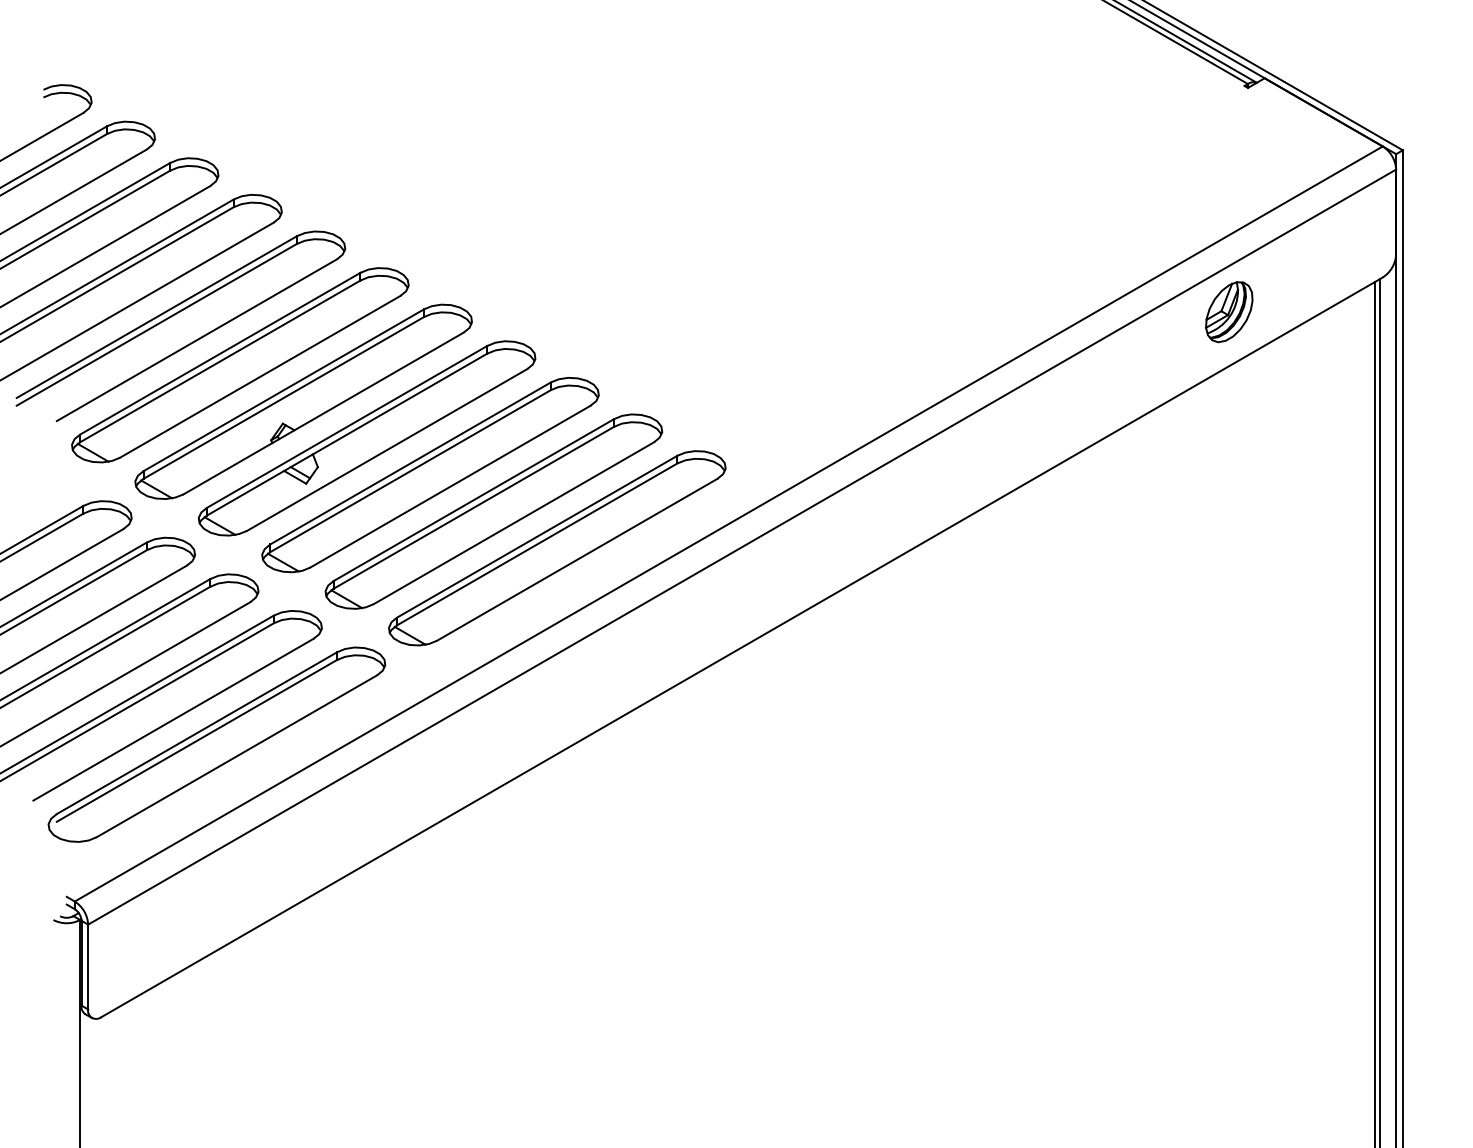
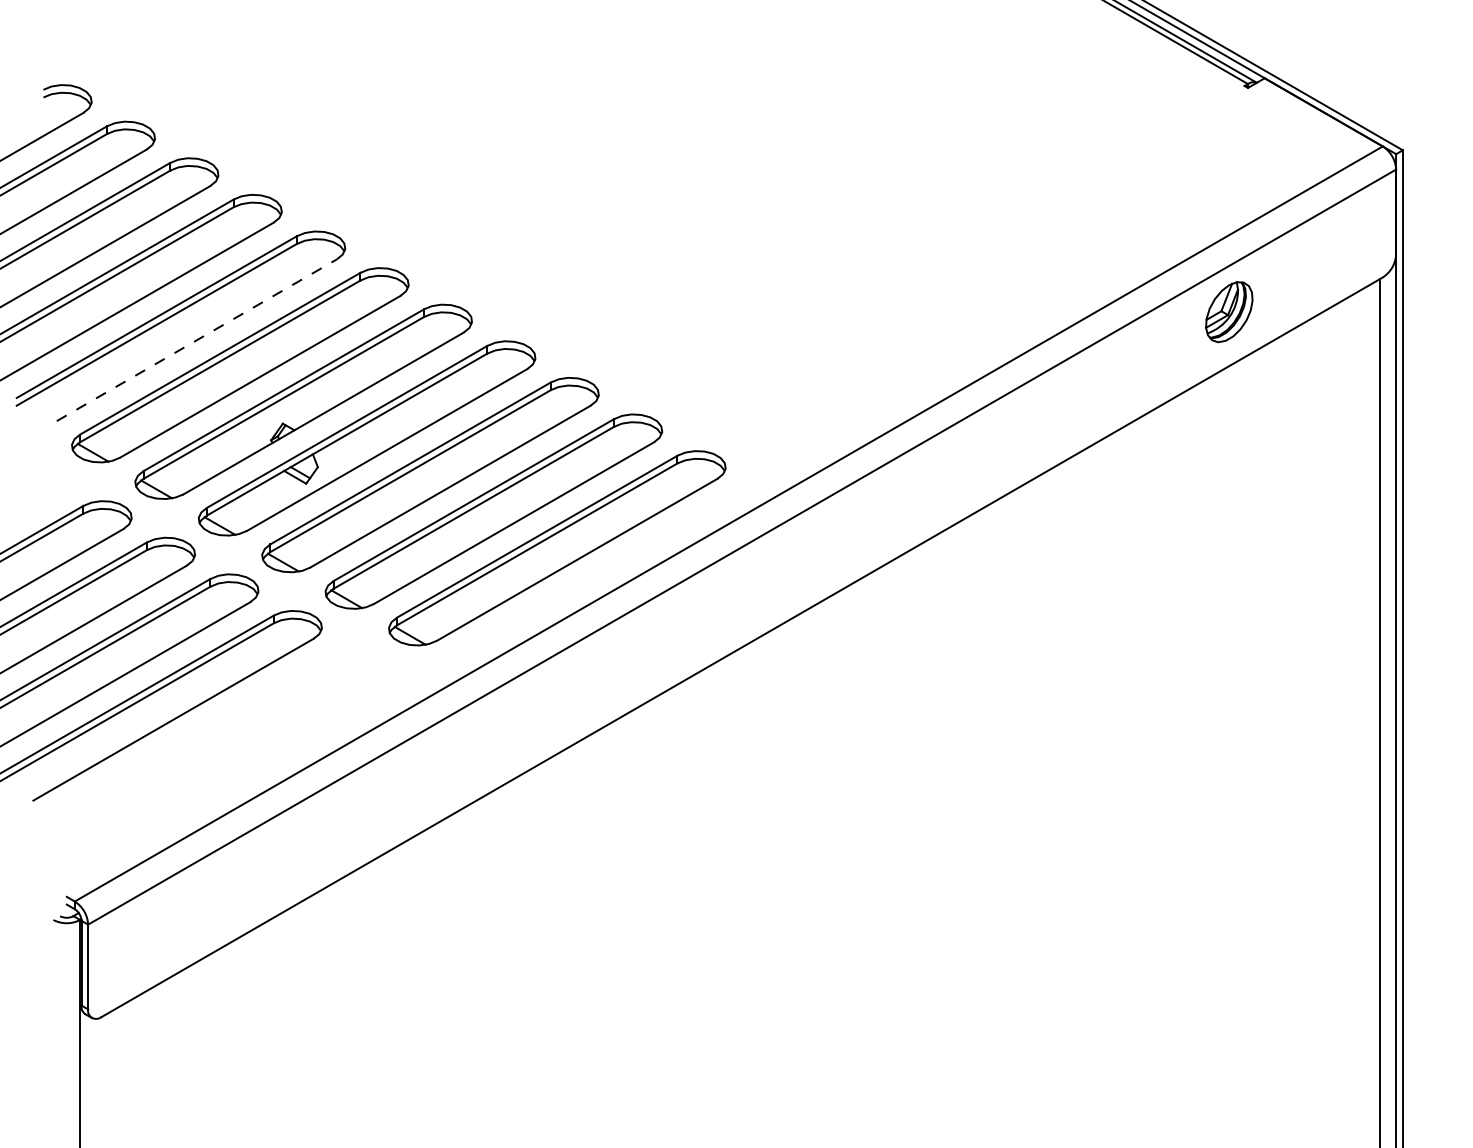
line at (196, 340): solid -> dashed
line at (1374, 713): present -> none
part at (216, 744): present -> none
